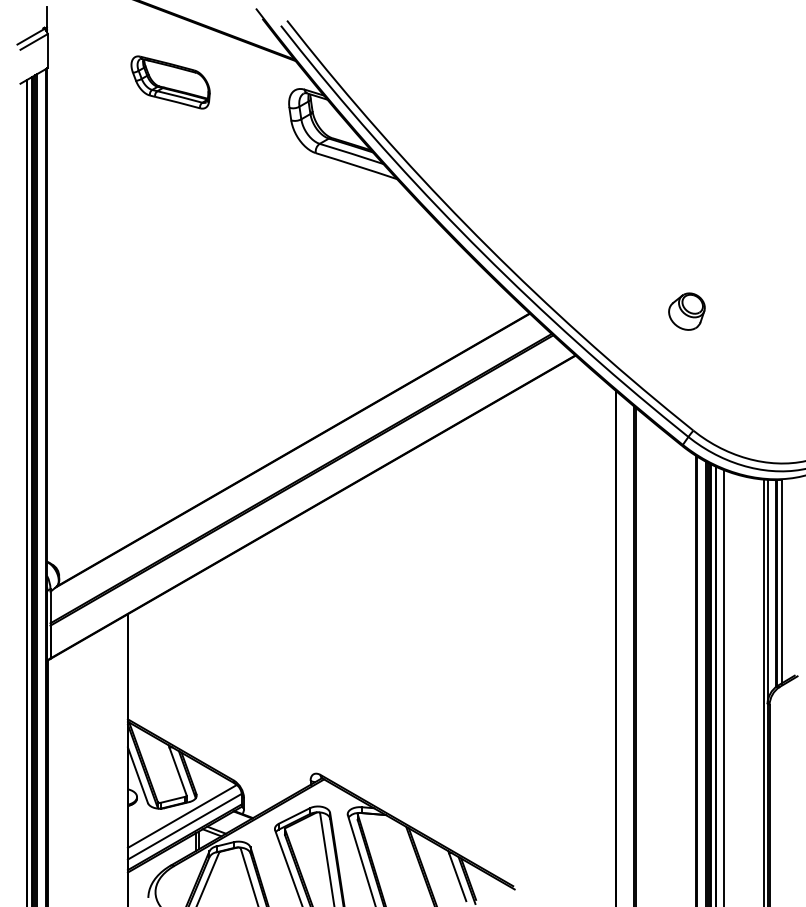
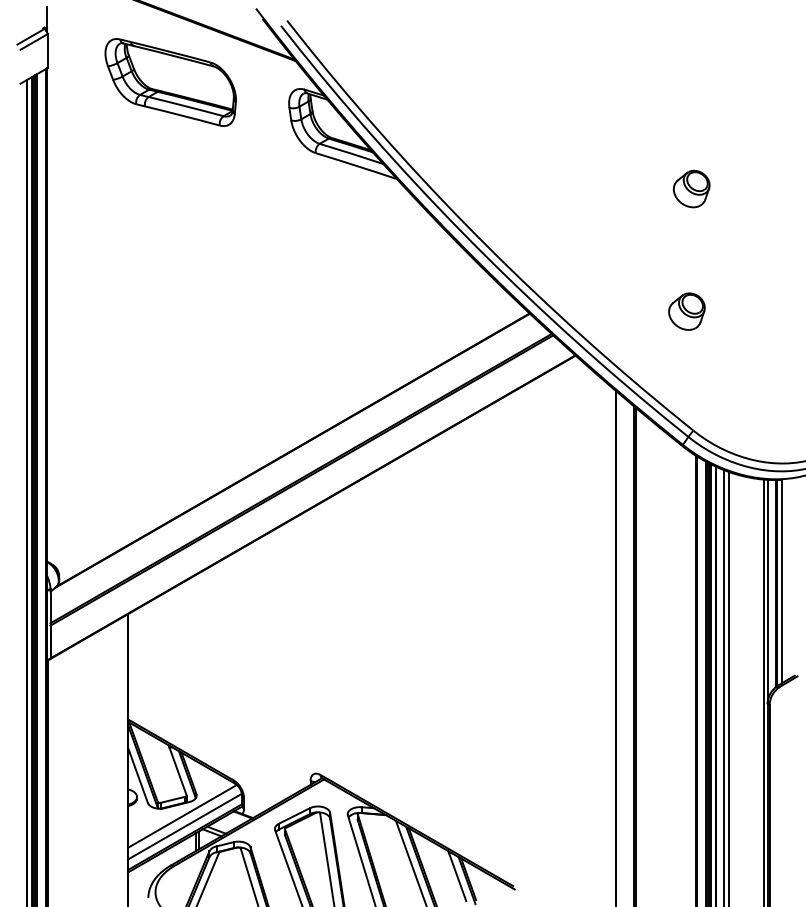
part at (170, 82) size: 81x55 px -> 133x89 px
part at (691, 188): none -> present
line at (728, 687): none -> present
line at (410, 861): none -> present
